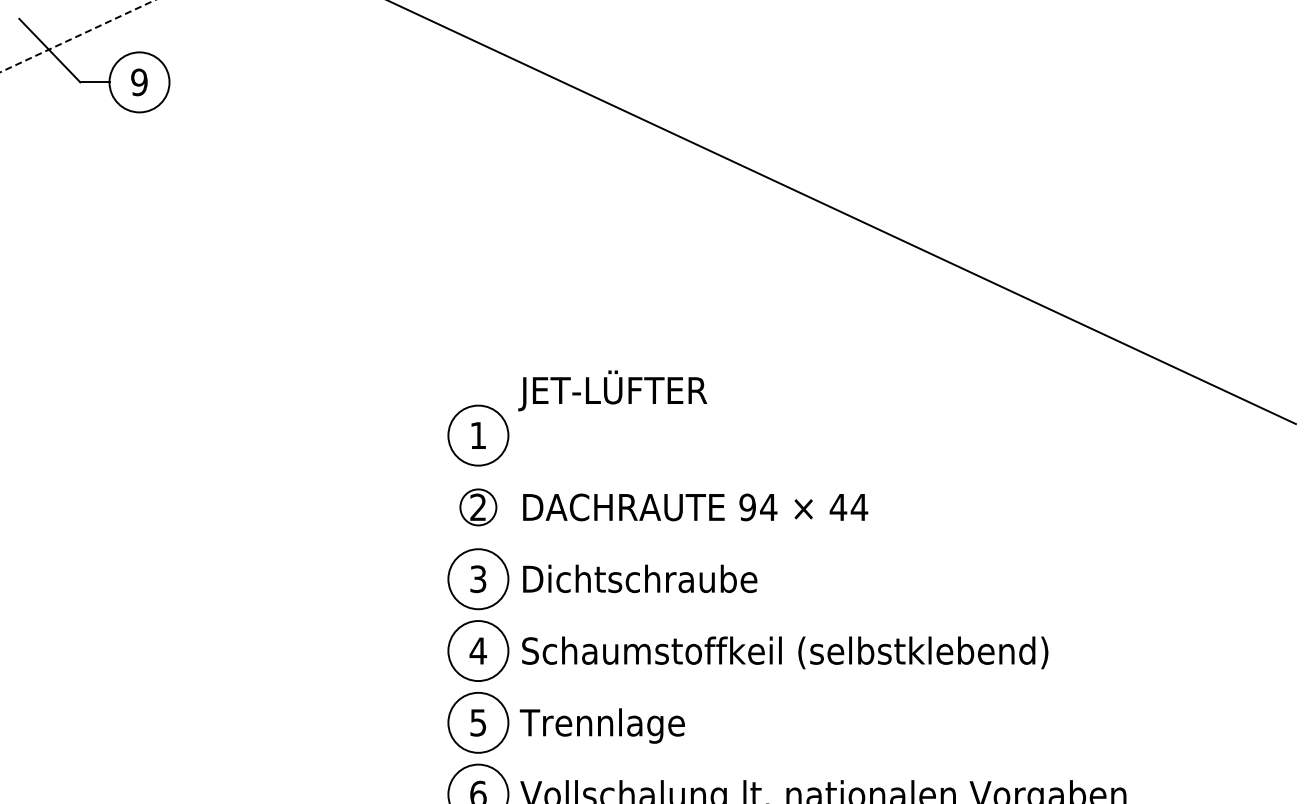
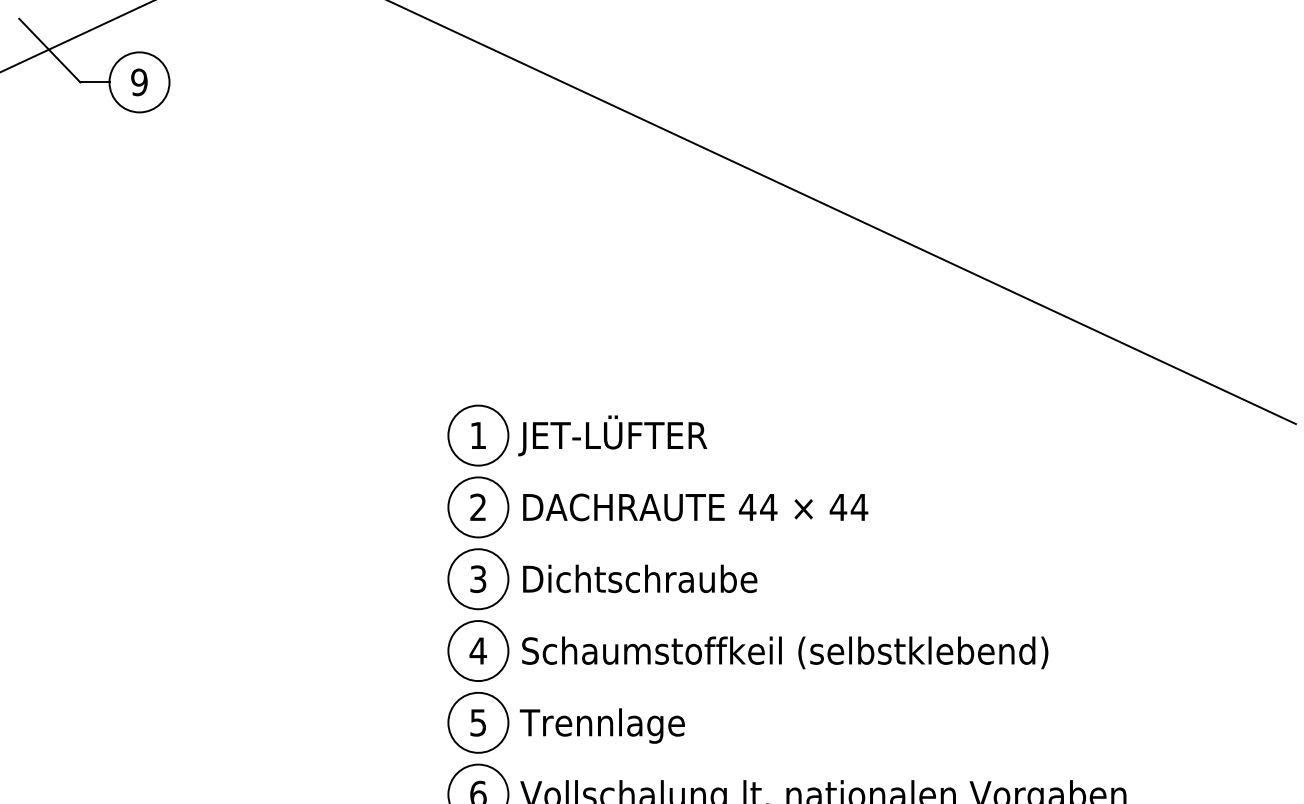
line at (77, 36): dashed -> solid
text at (612, 390) position: (612, 390) -> (612, 435)
circle at (478, 507) diameter: 36 px -> 60 px
text at (747, 507): 94 -> 44
